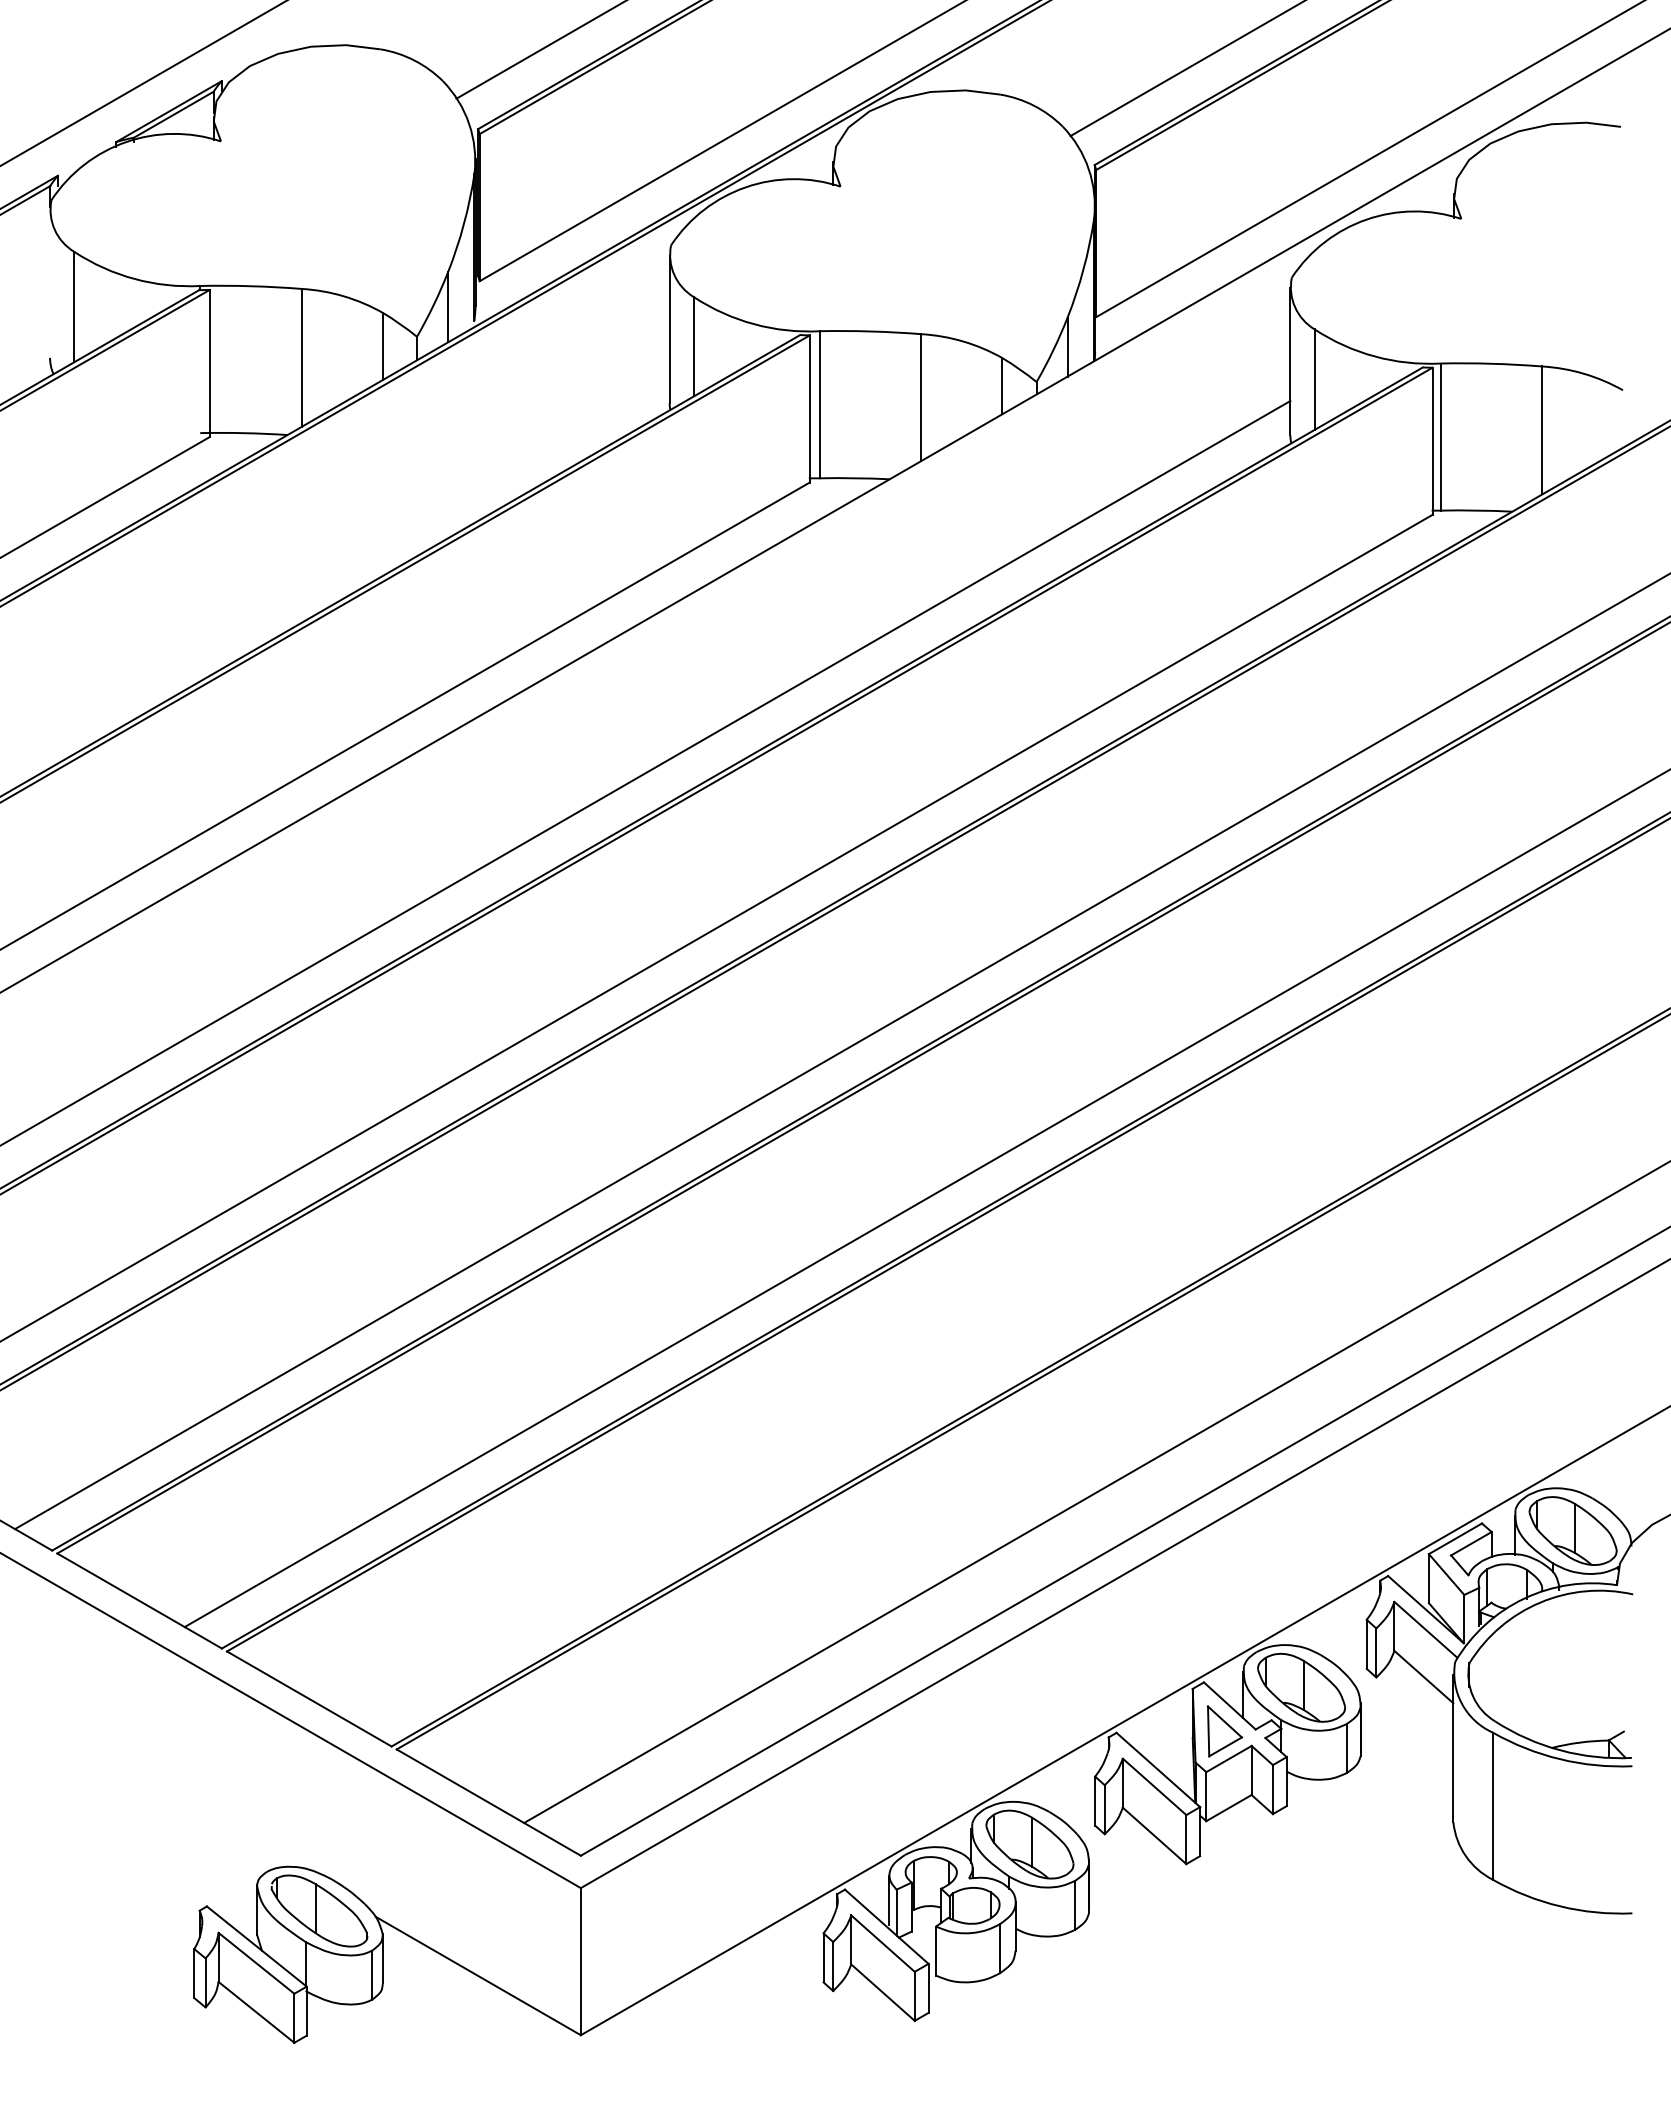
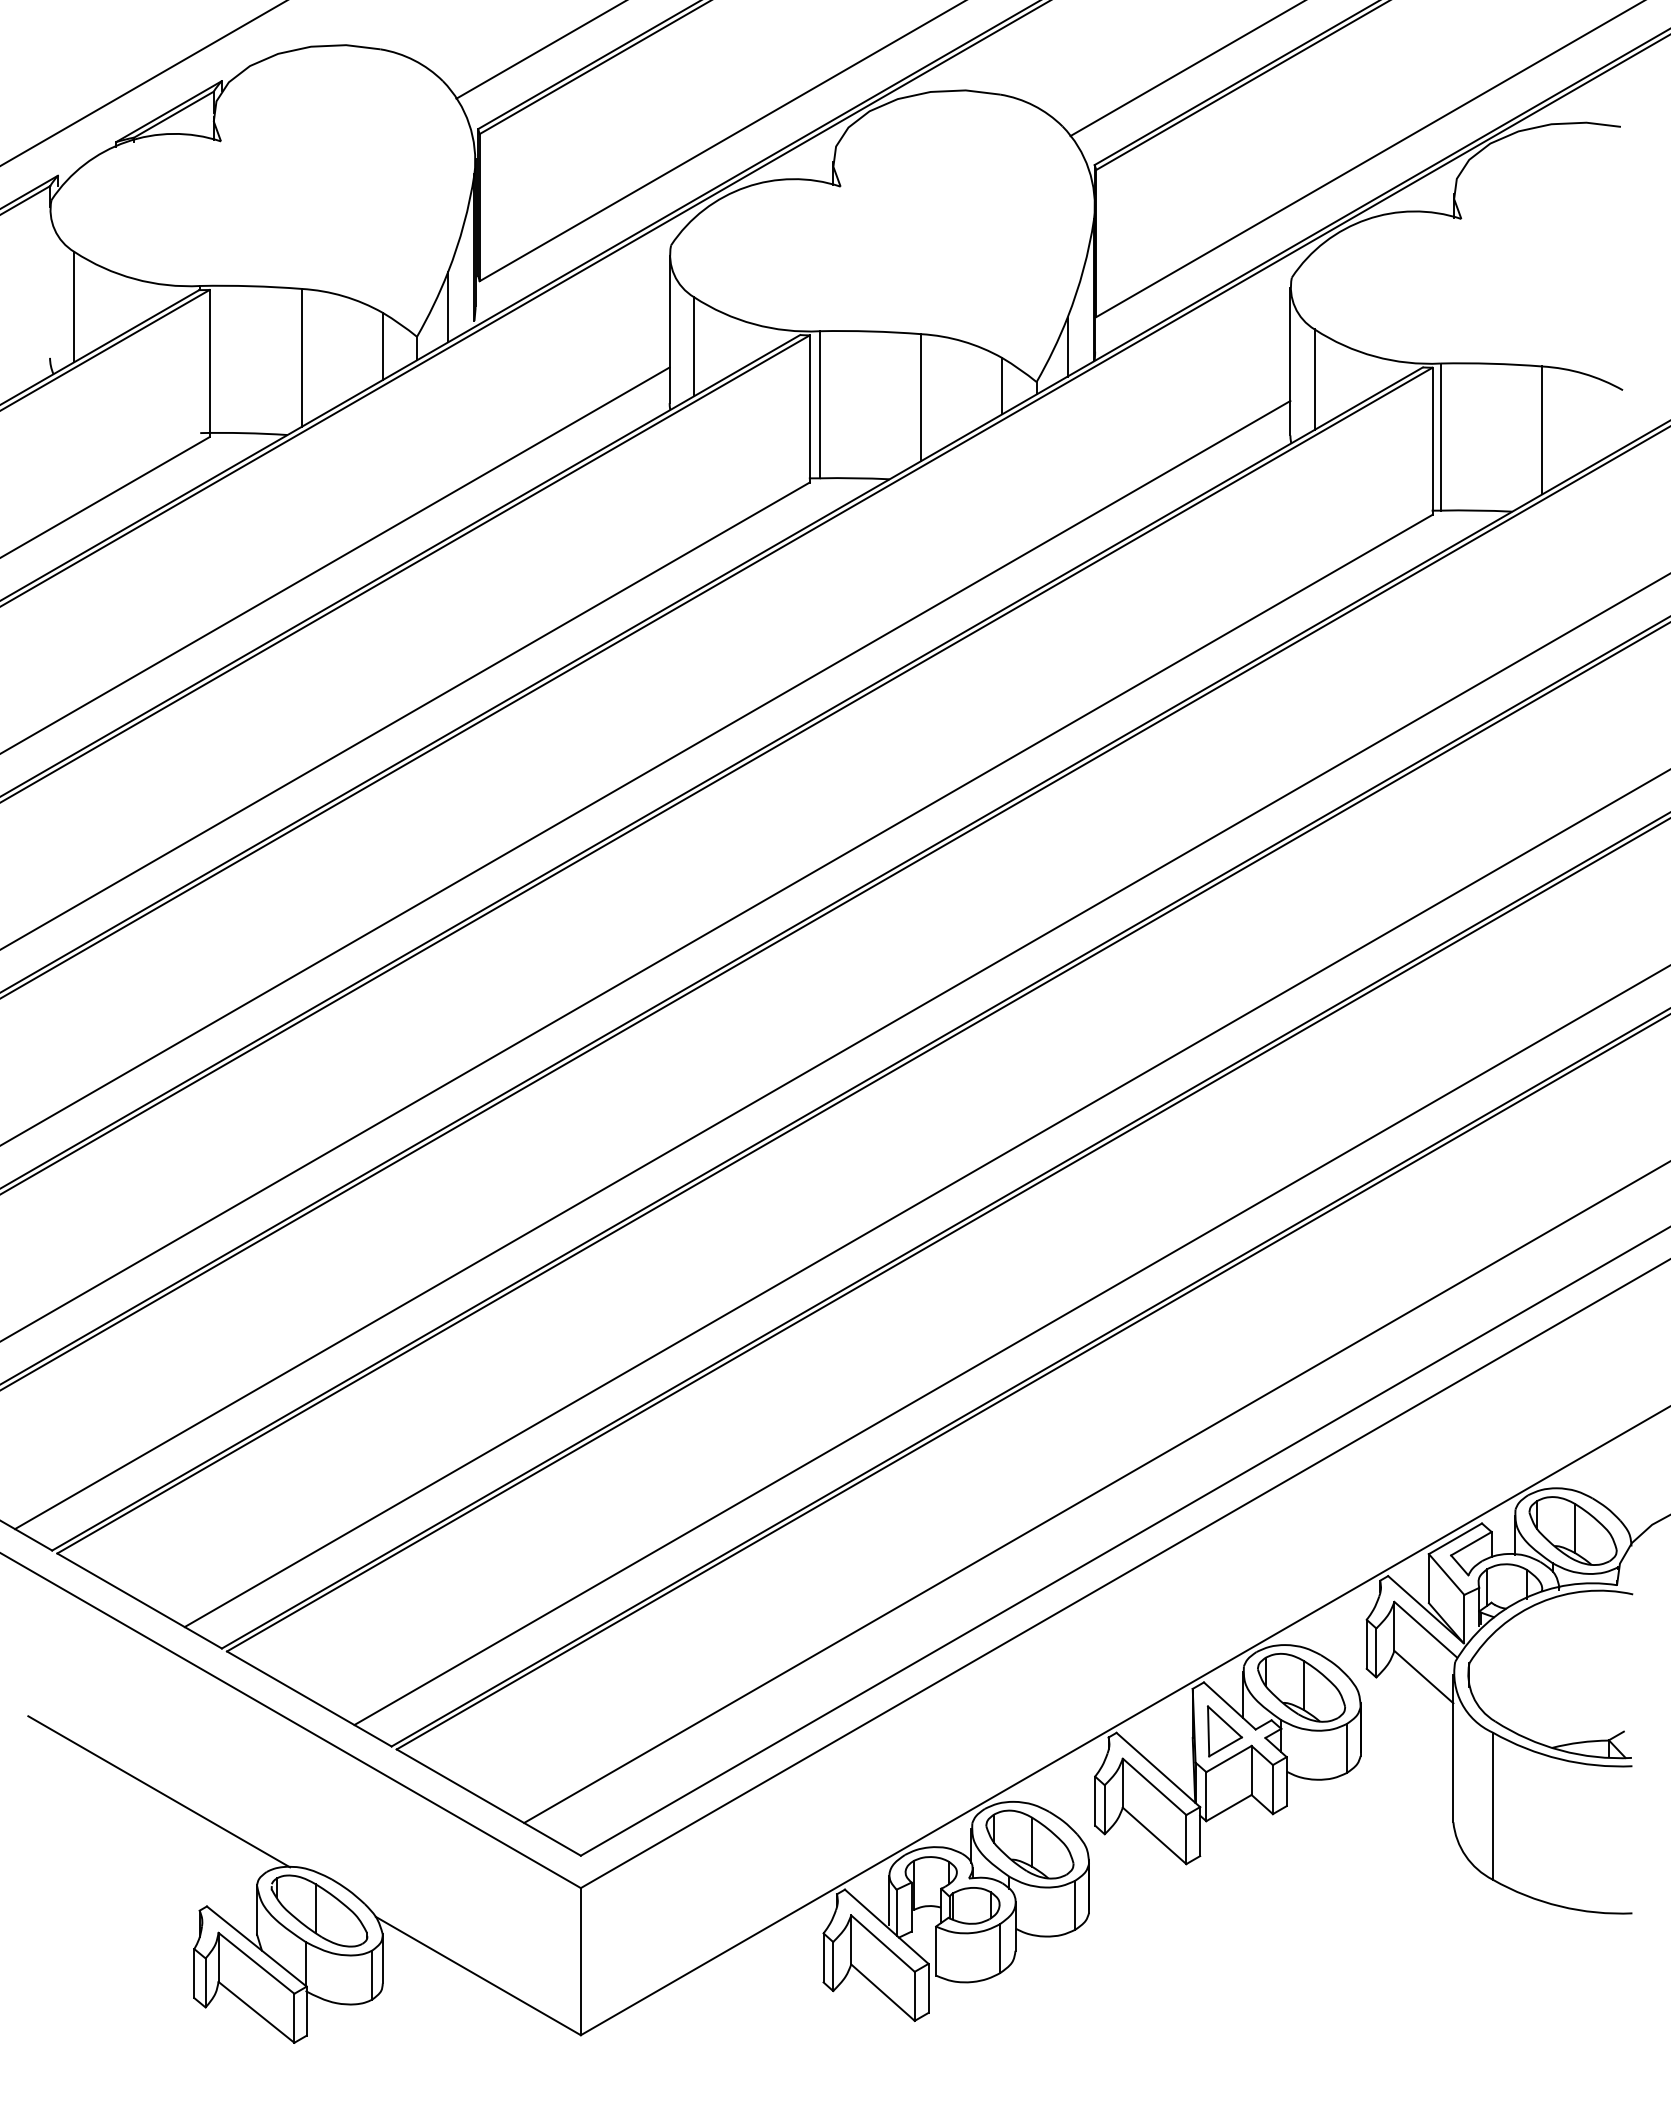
line at (834, 516): none -> present
line at (335, 559): none -> present
line at (1010, 1345): none -> present
line at (159, 1791): none -> present
